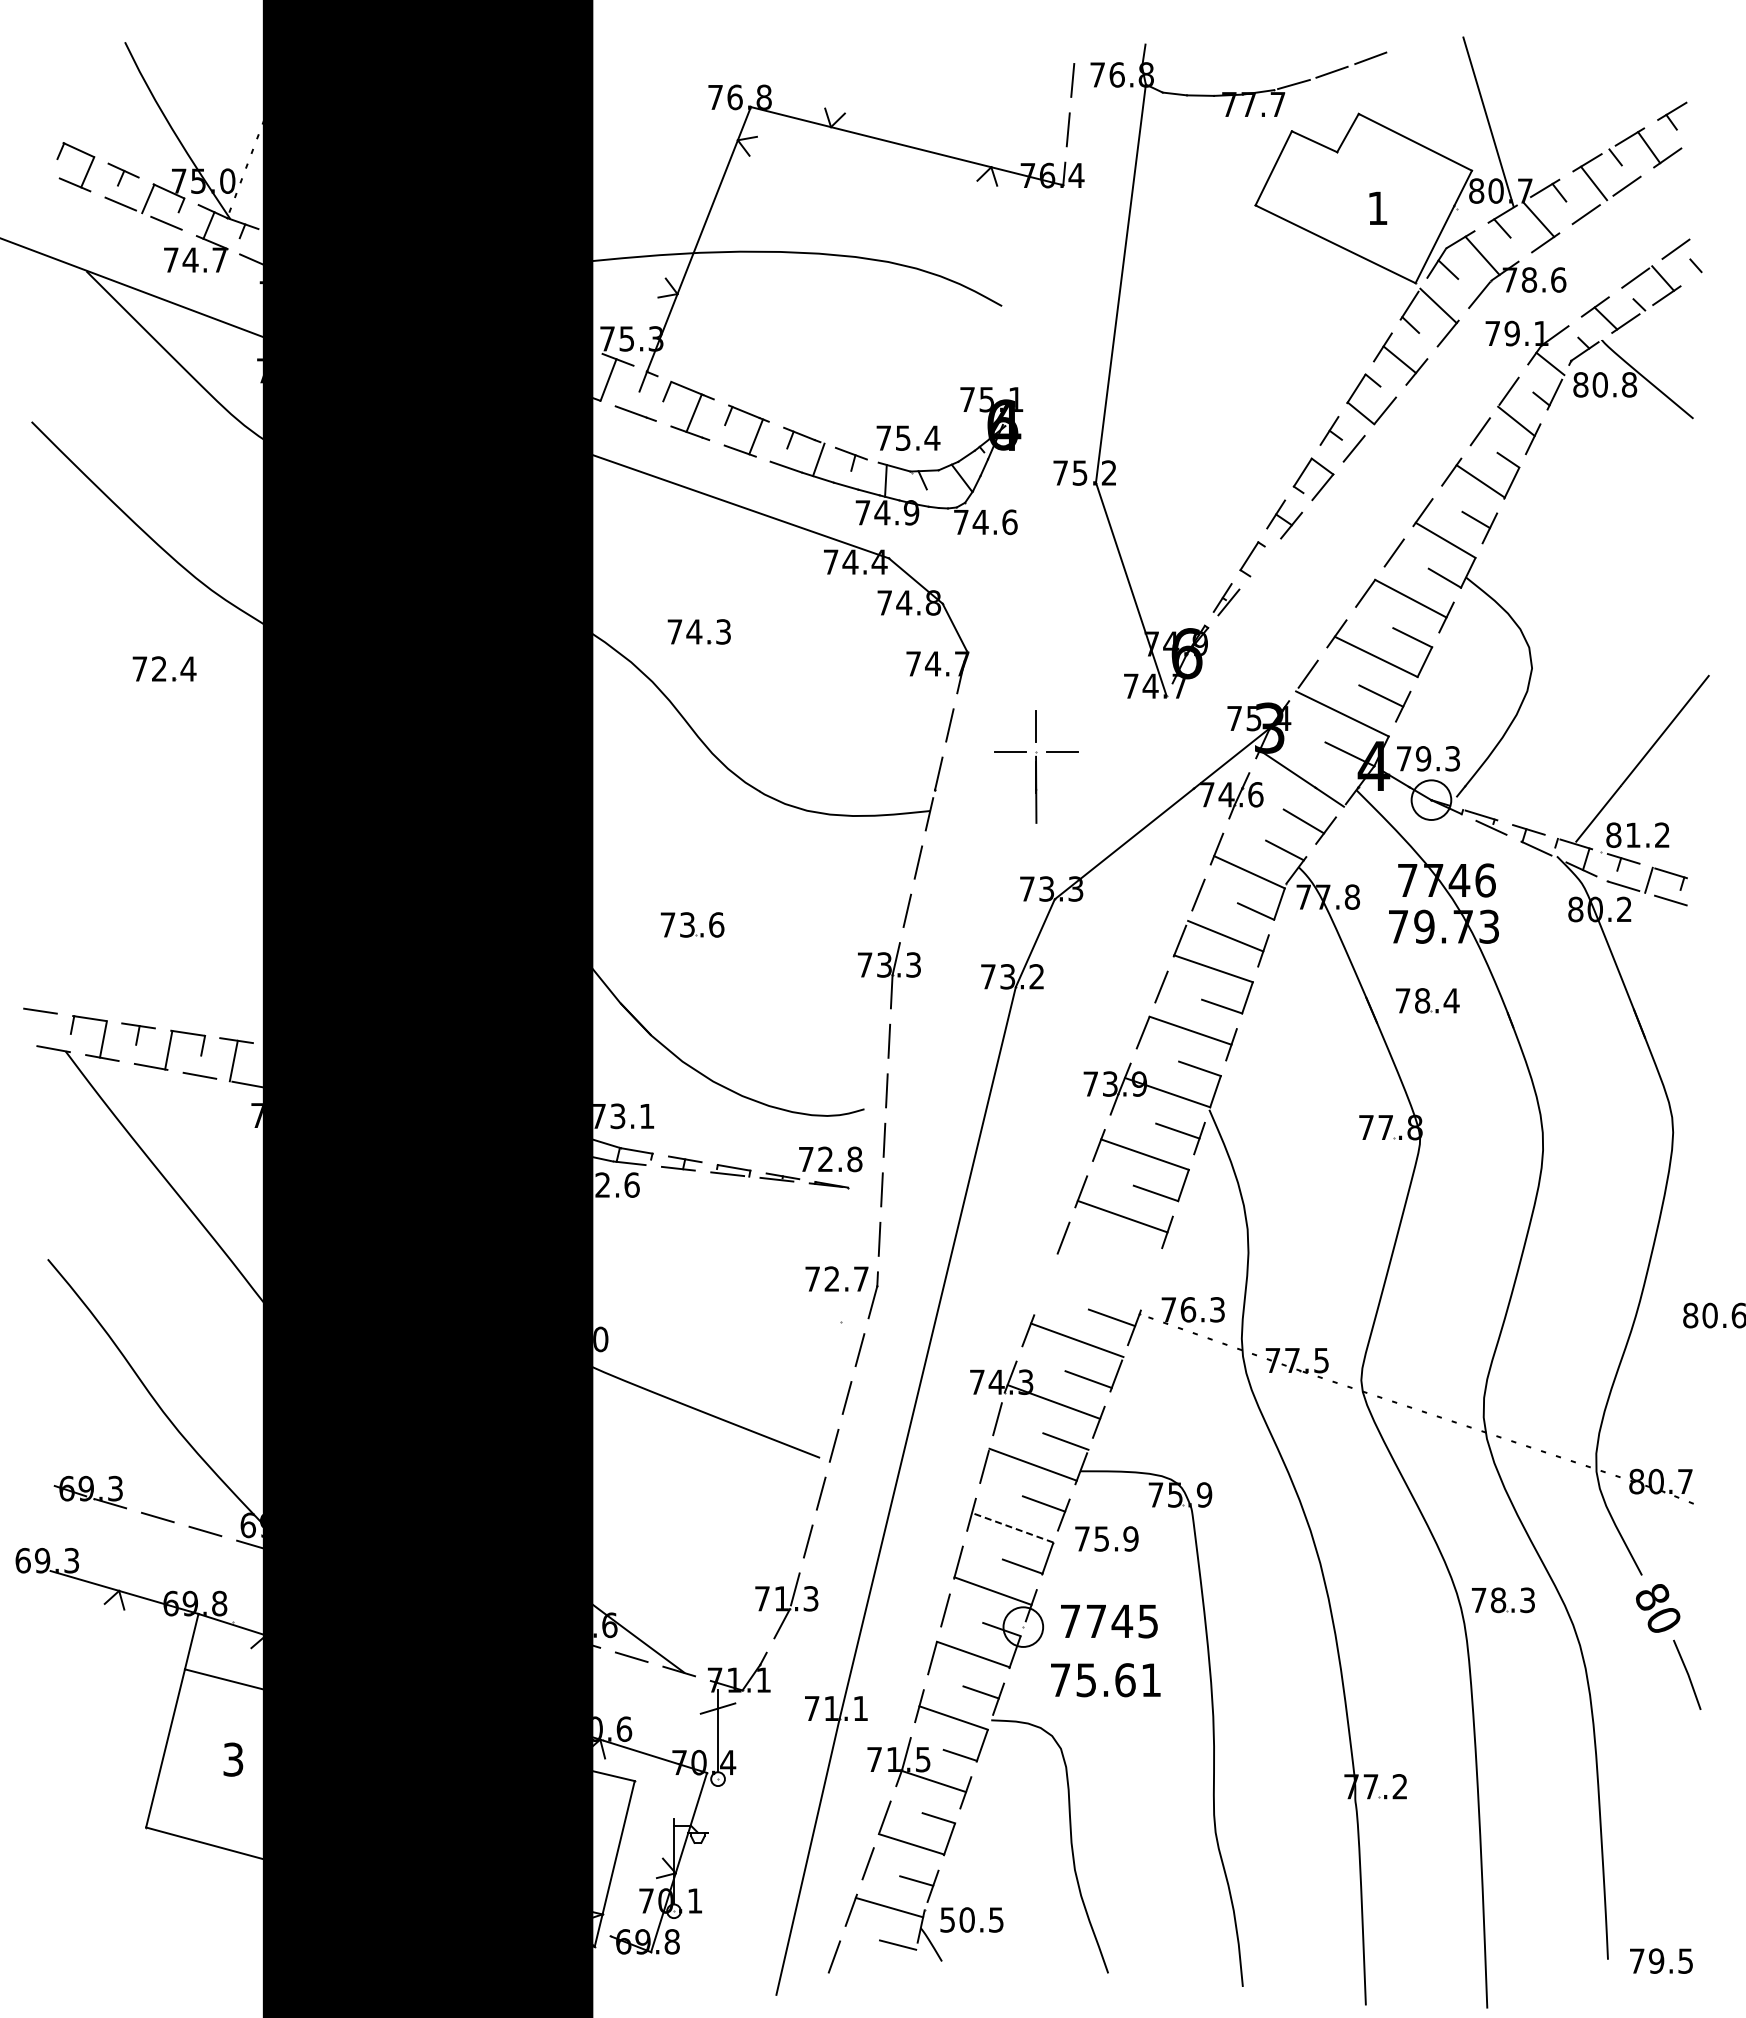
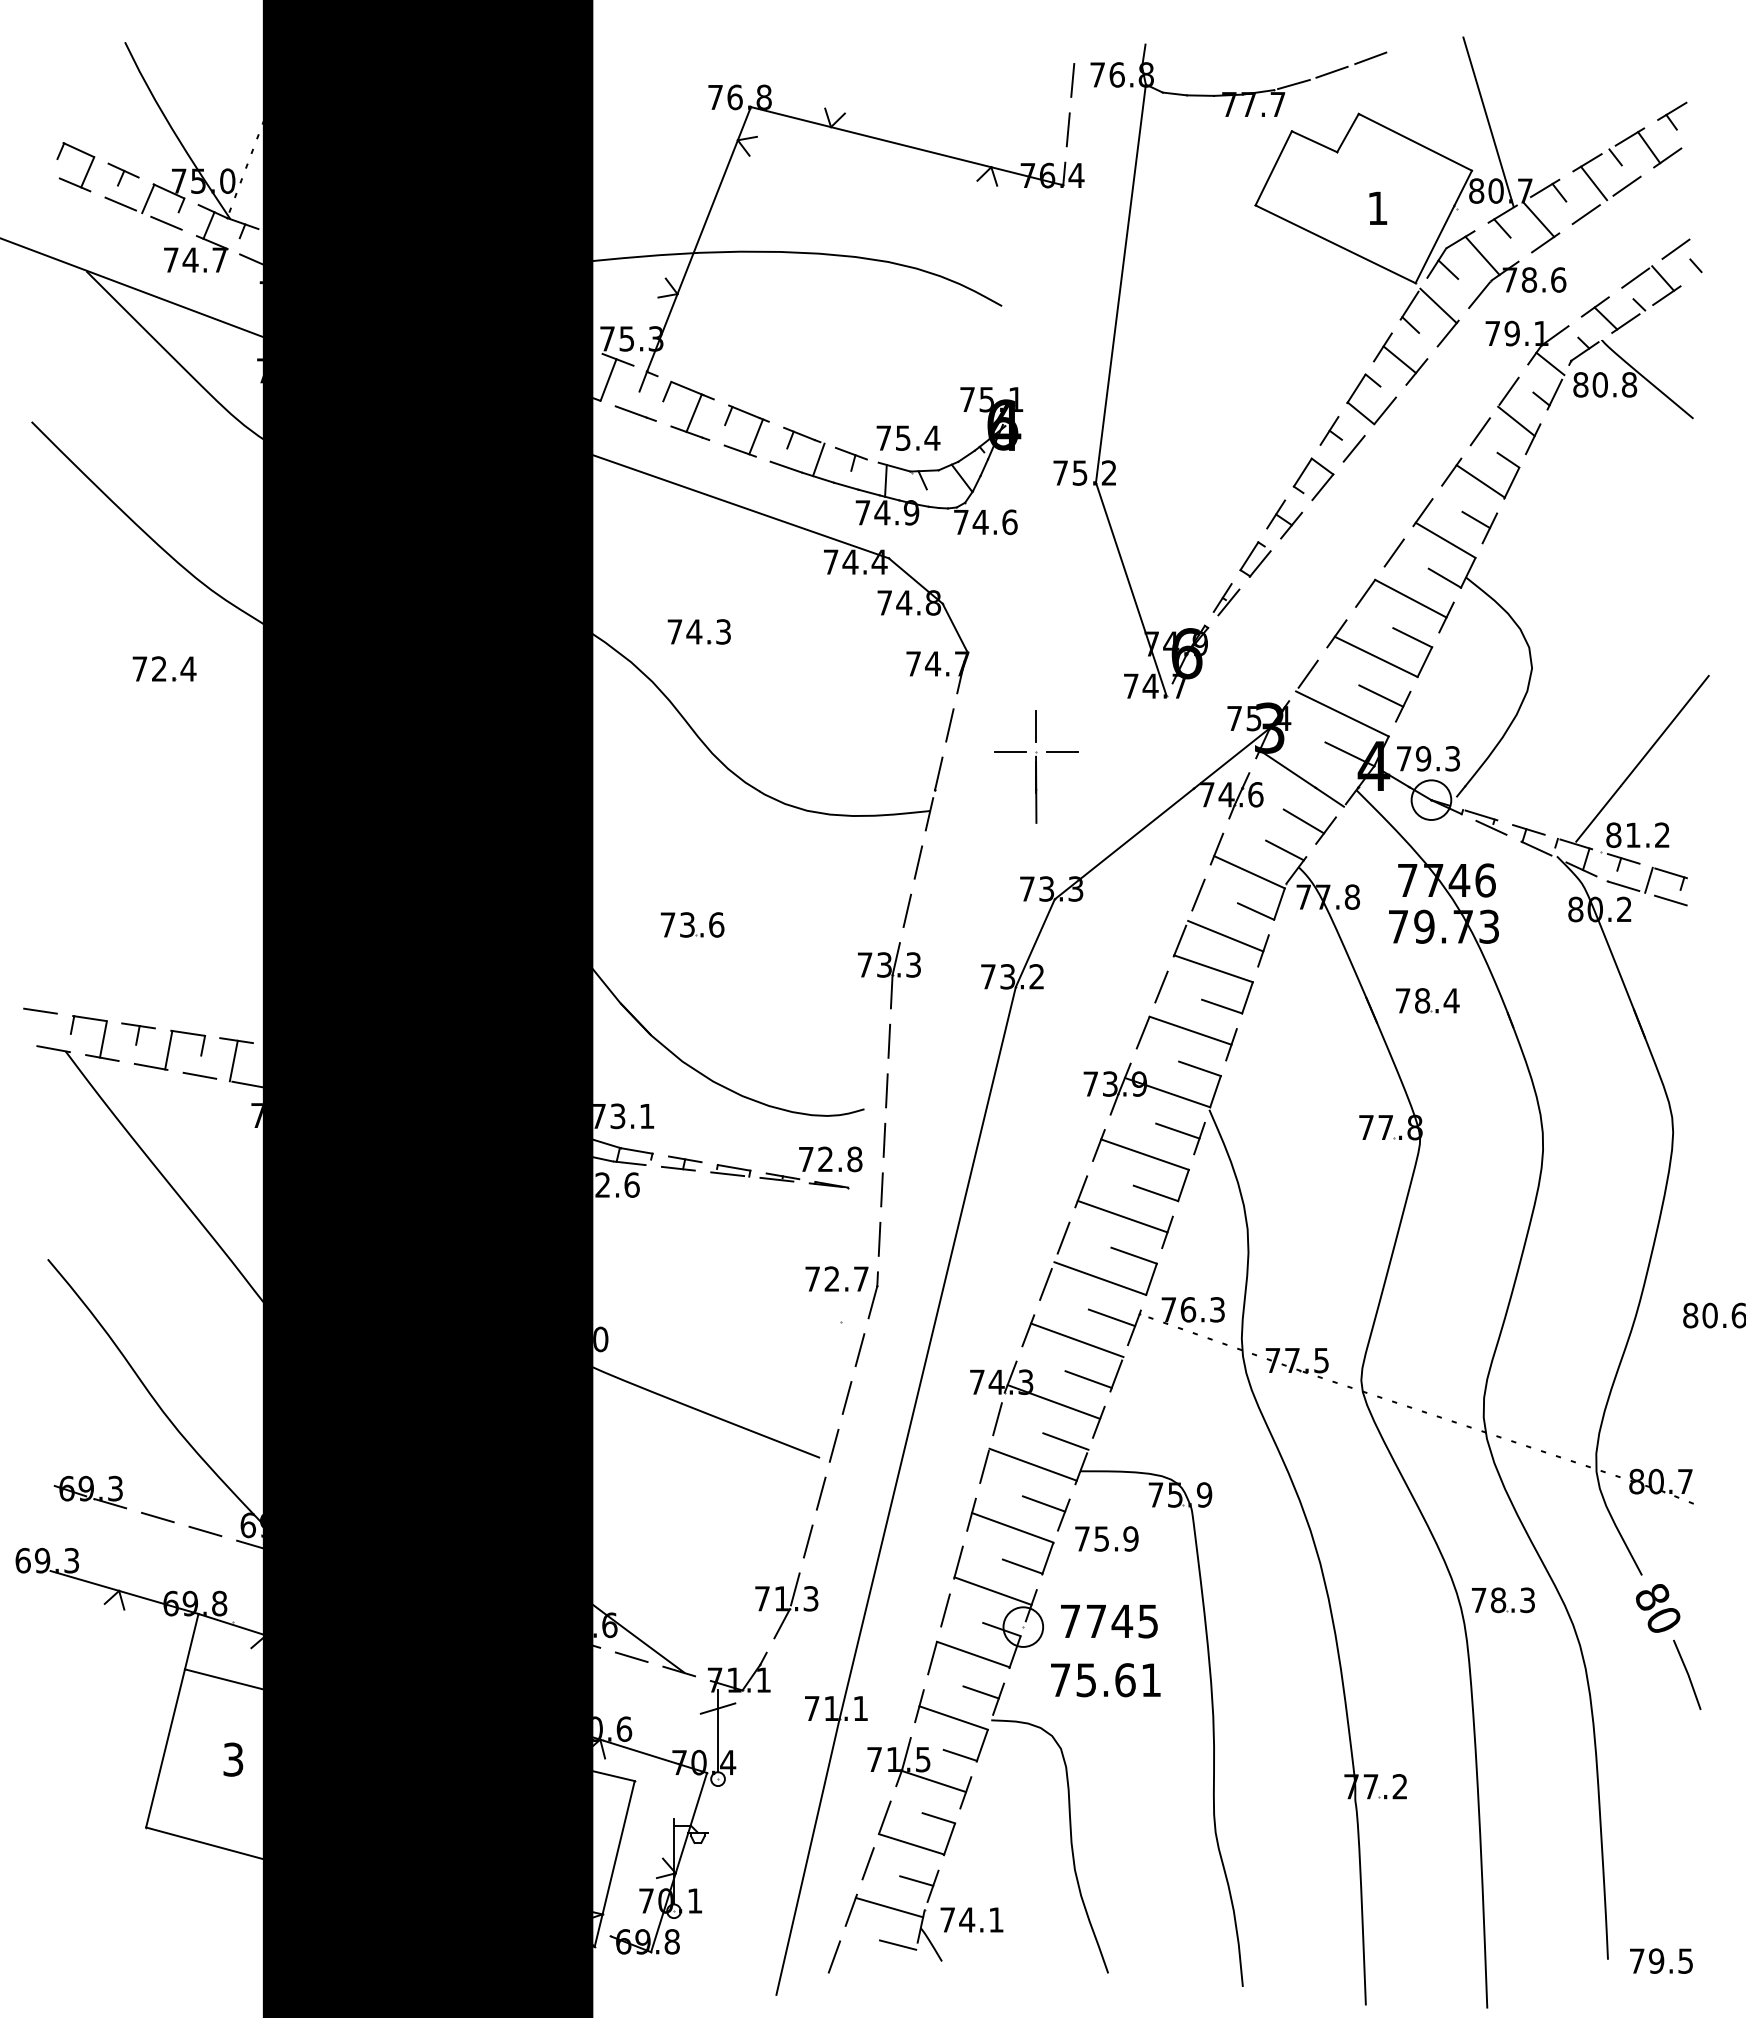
line at (1259, 563): none -> present
part at (1098, 1273): none -> present
line at (1012, 1527): dashed -> solid
text at (971, 1919): 50.5 -> 74.1
